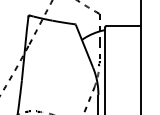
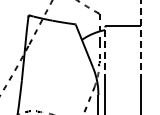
line at (140, 39): solid -> dashed
line at (105, 54): solid -> dashed
